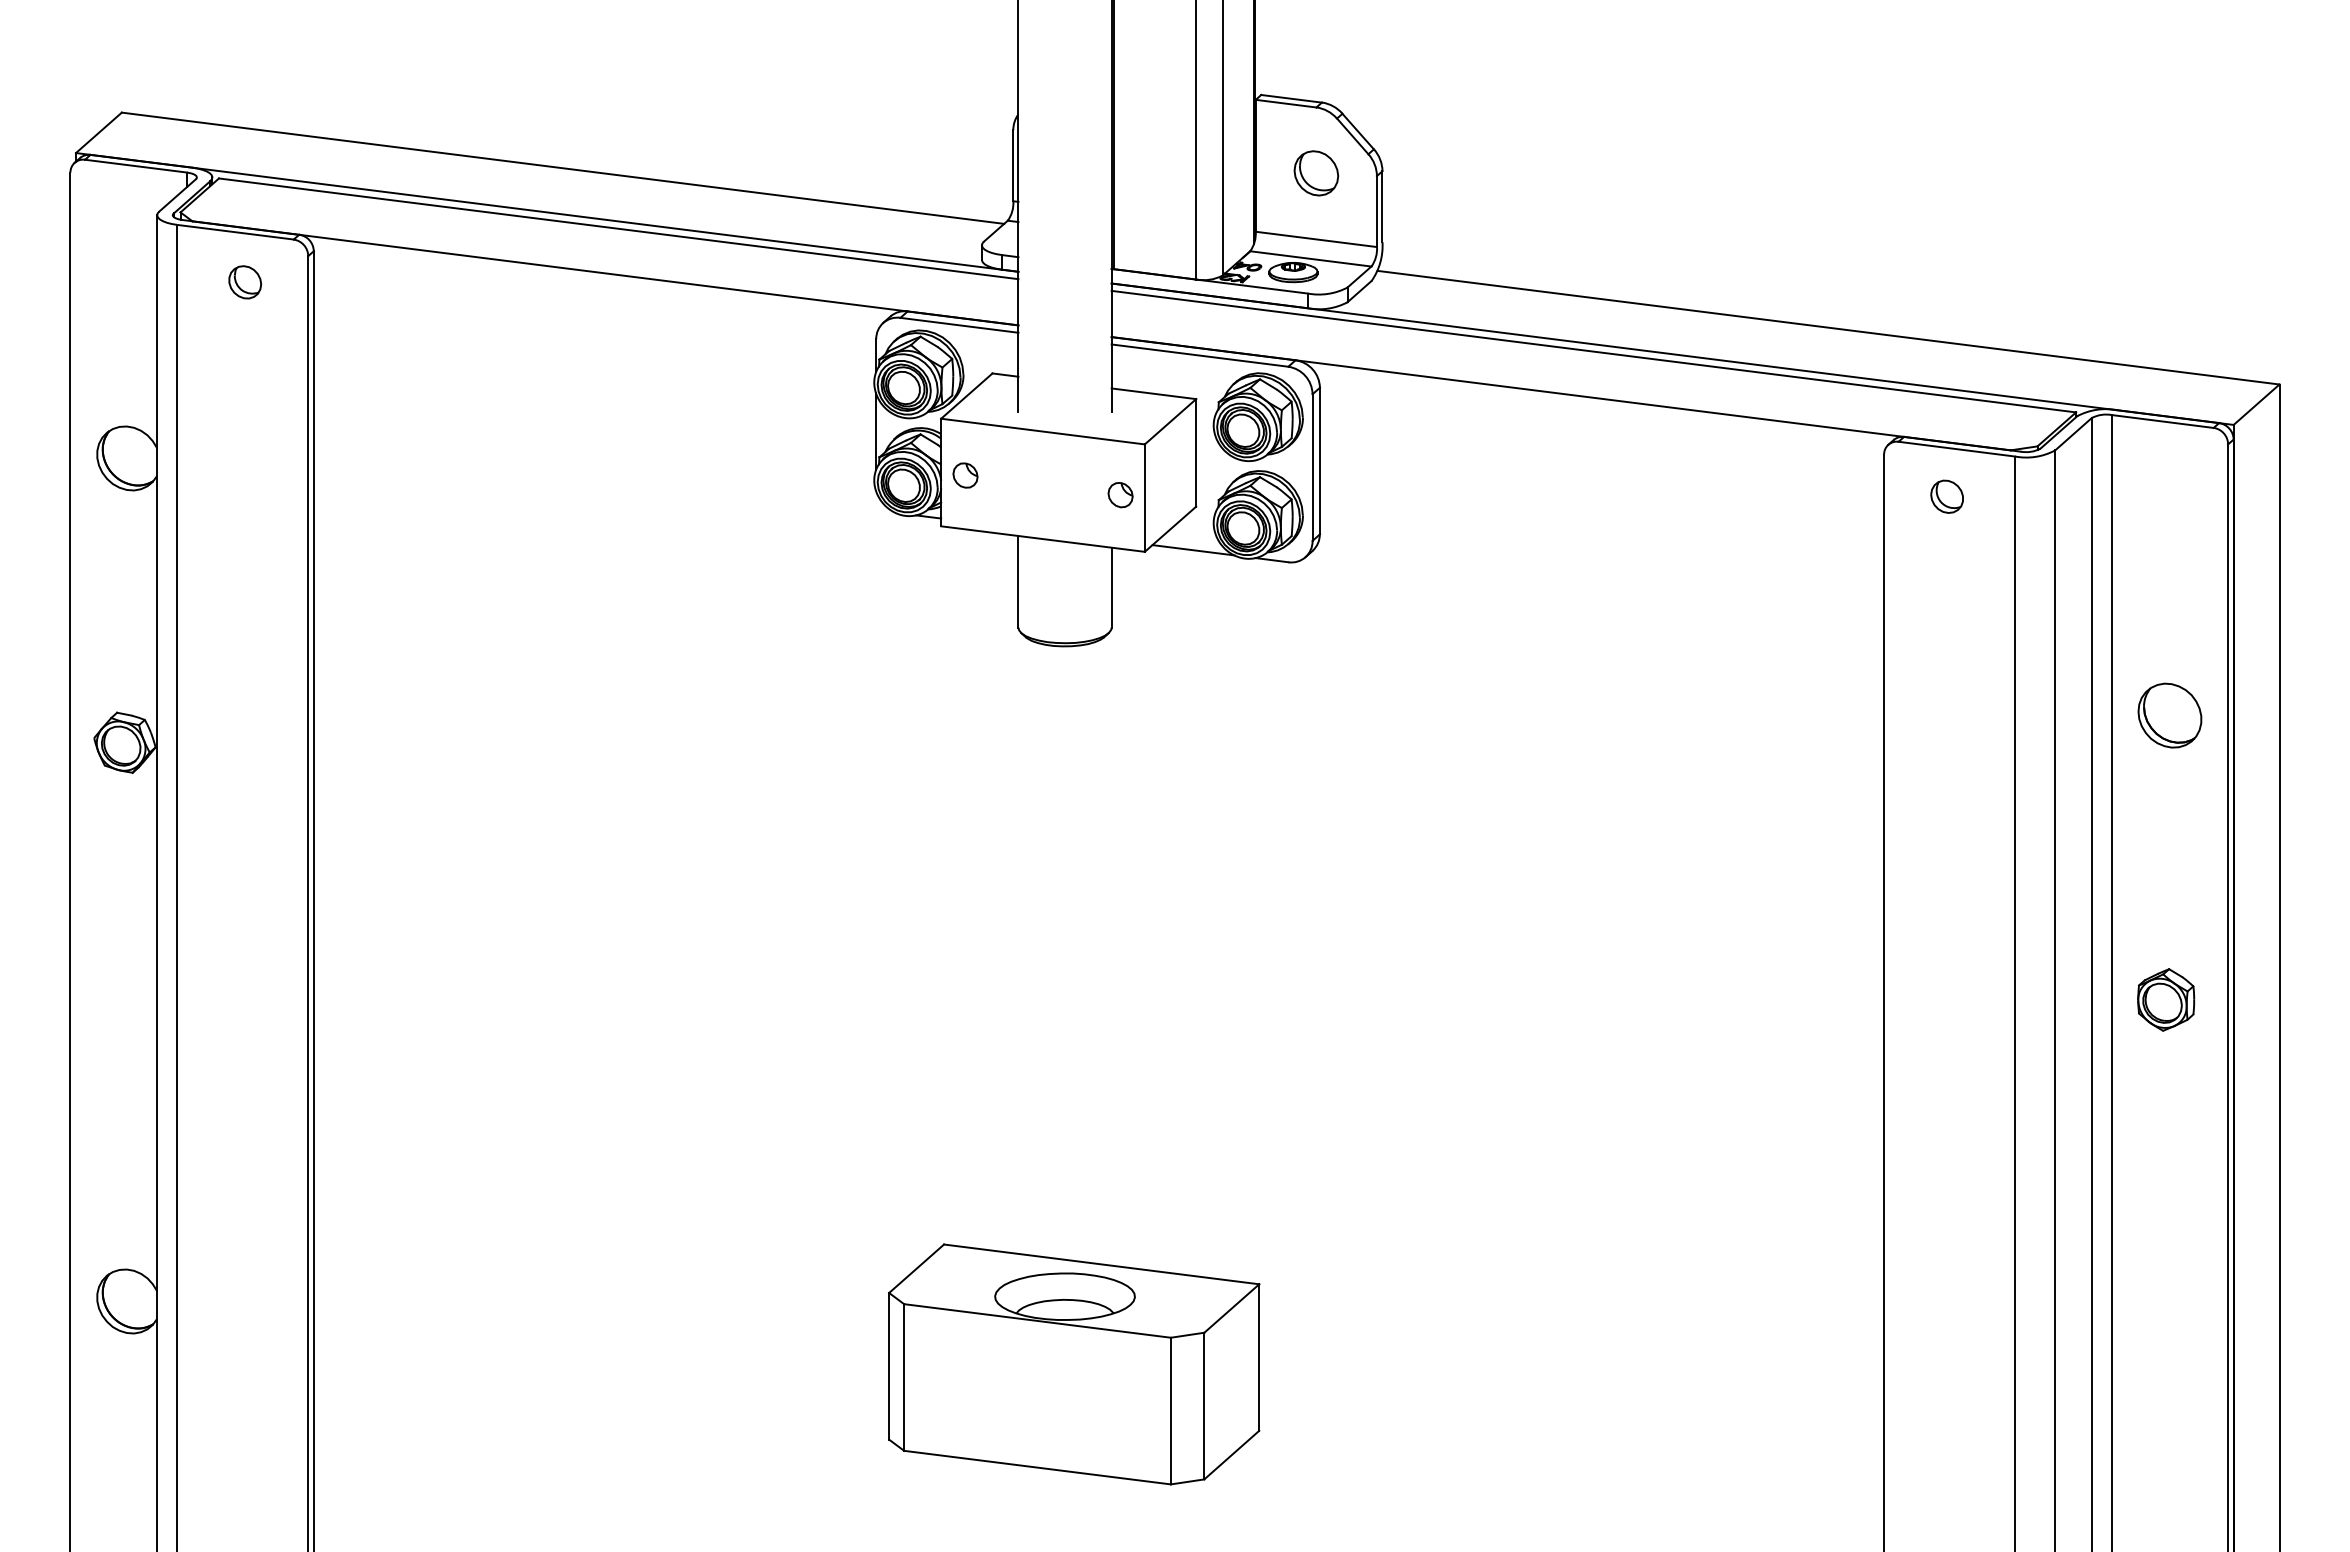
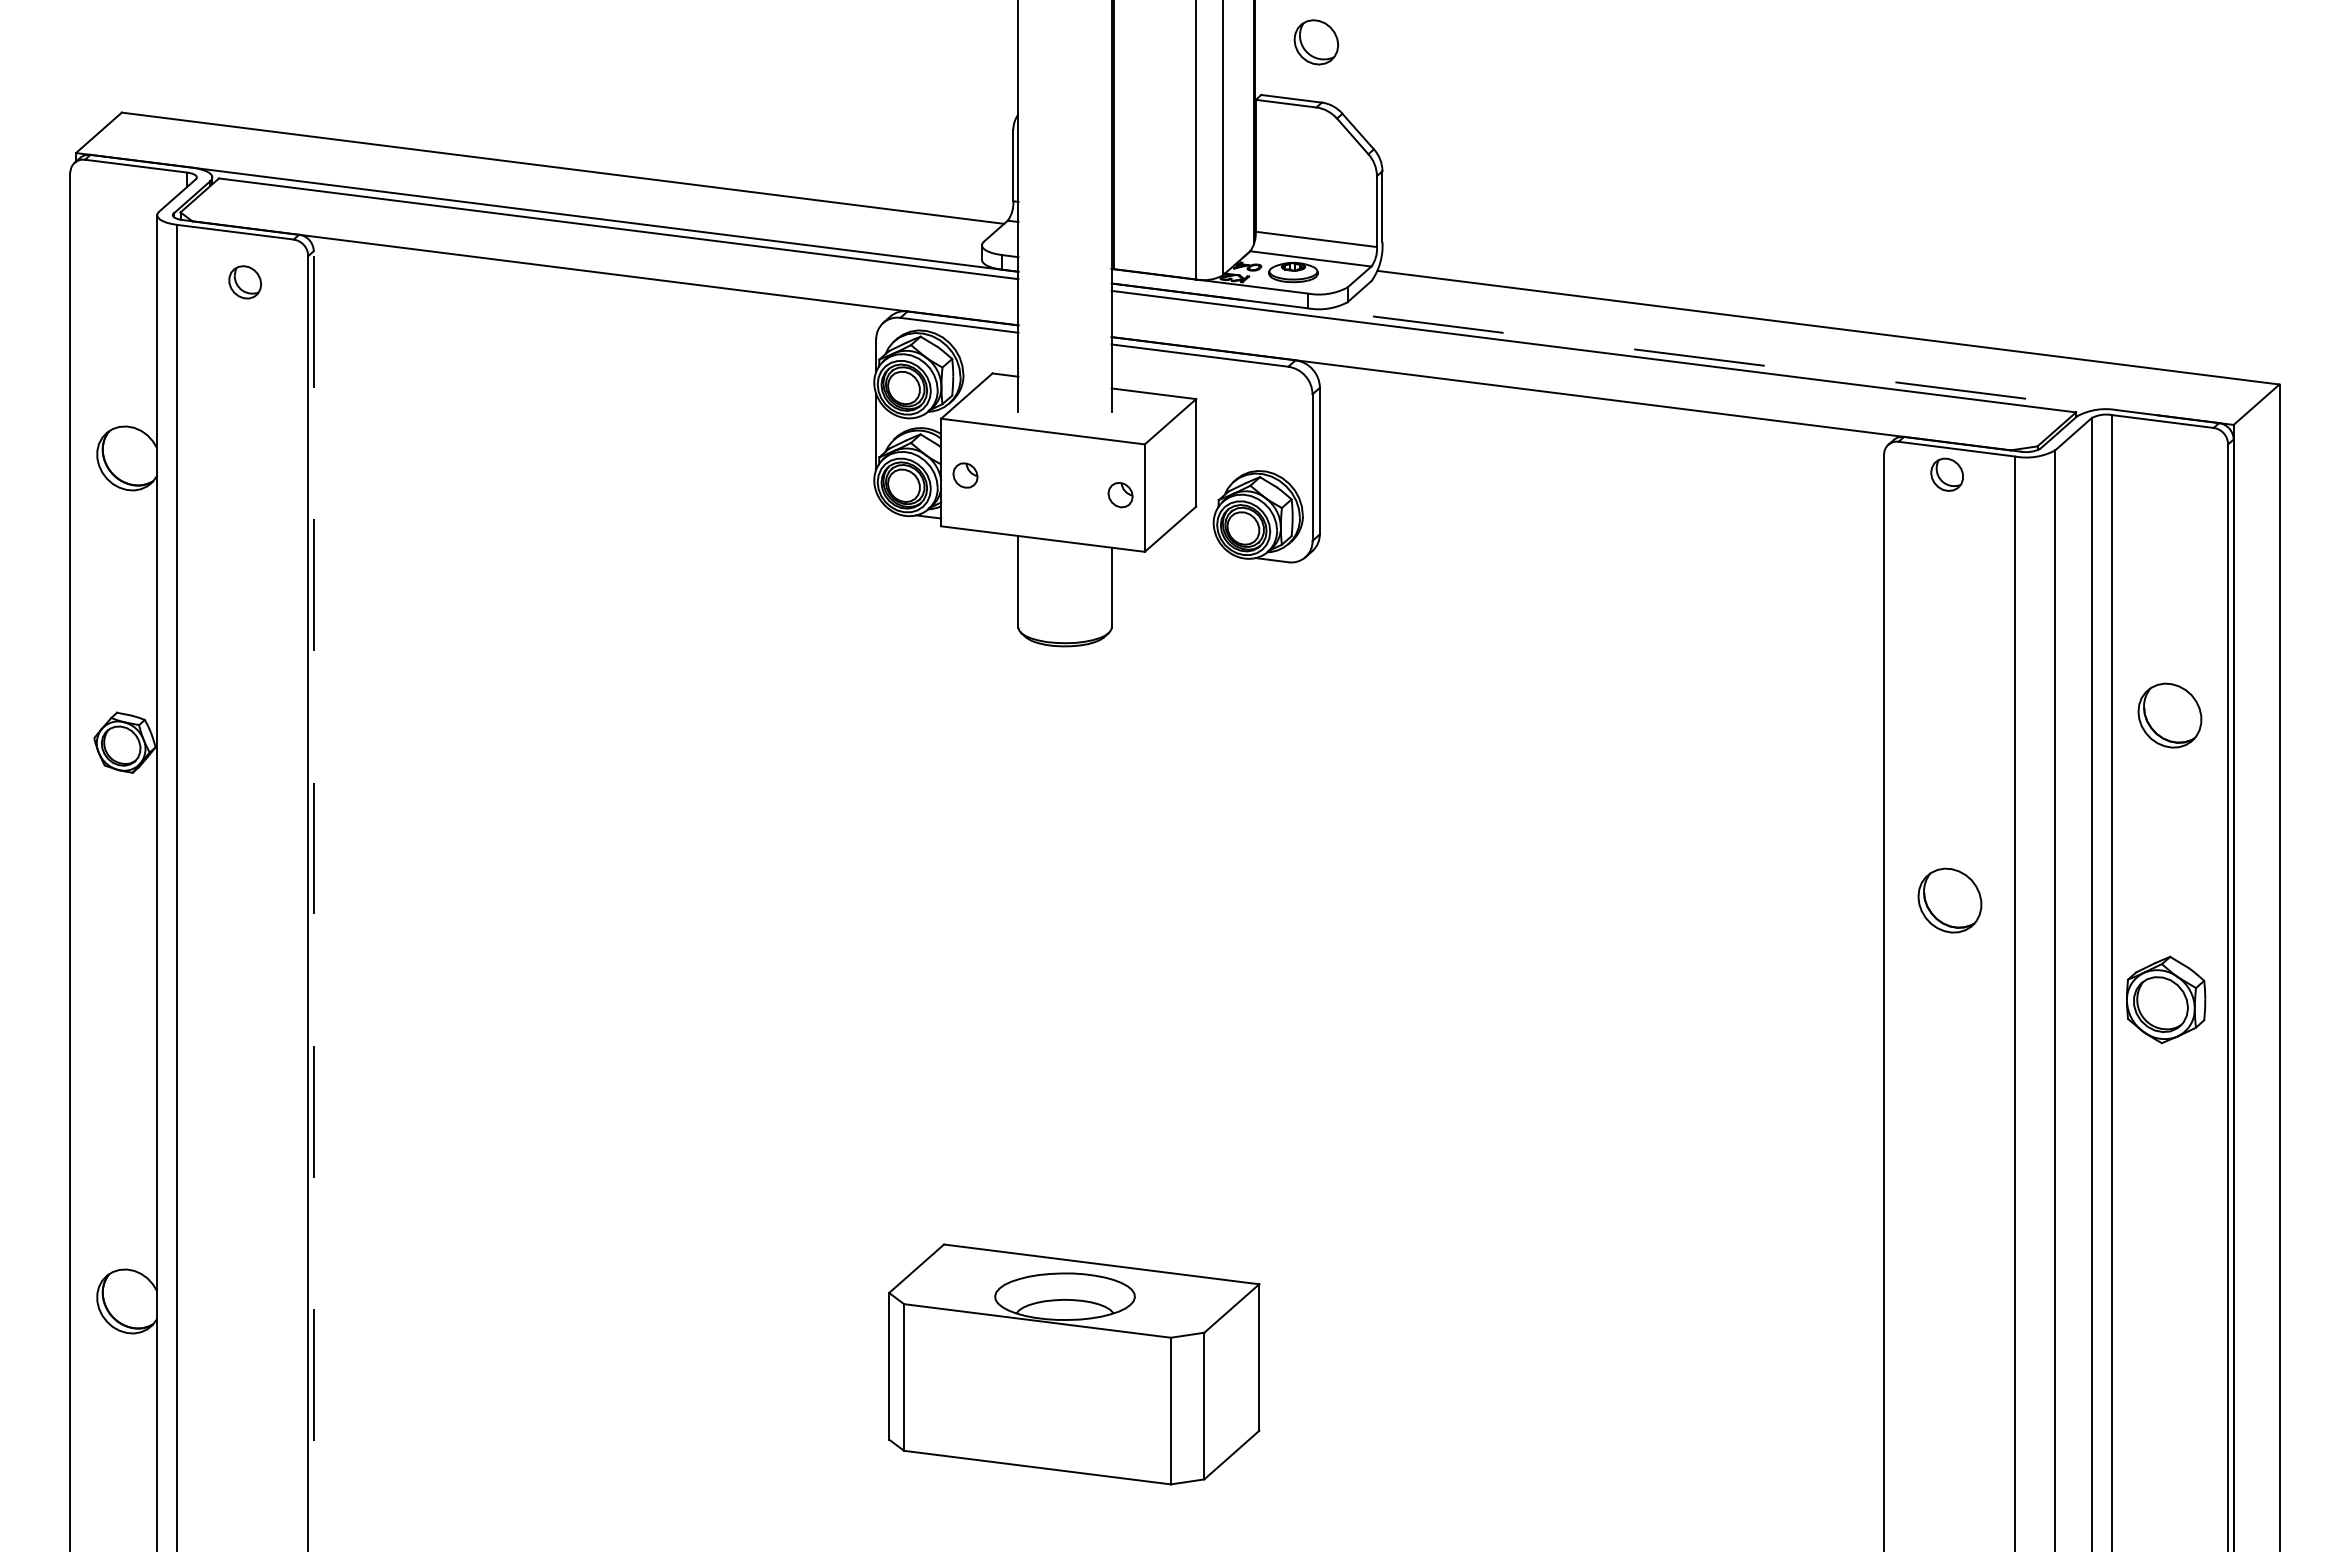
part at (1316, 173) position: (1316, 173) -> (1316, 42)
line at (1673, 354): solid -> dashed
part at (1257, 417): present -> none
part at (1946, 496) position: (1946, 496) -> (1946, 474)
line at (1193, 550): present -> none
part at (1949, 900): none -> present
line at (313, 901): solid -> dashed
part at (2166, 999) size: 59x64 px -> 81x90 px
